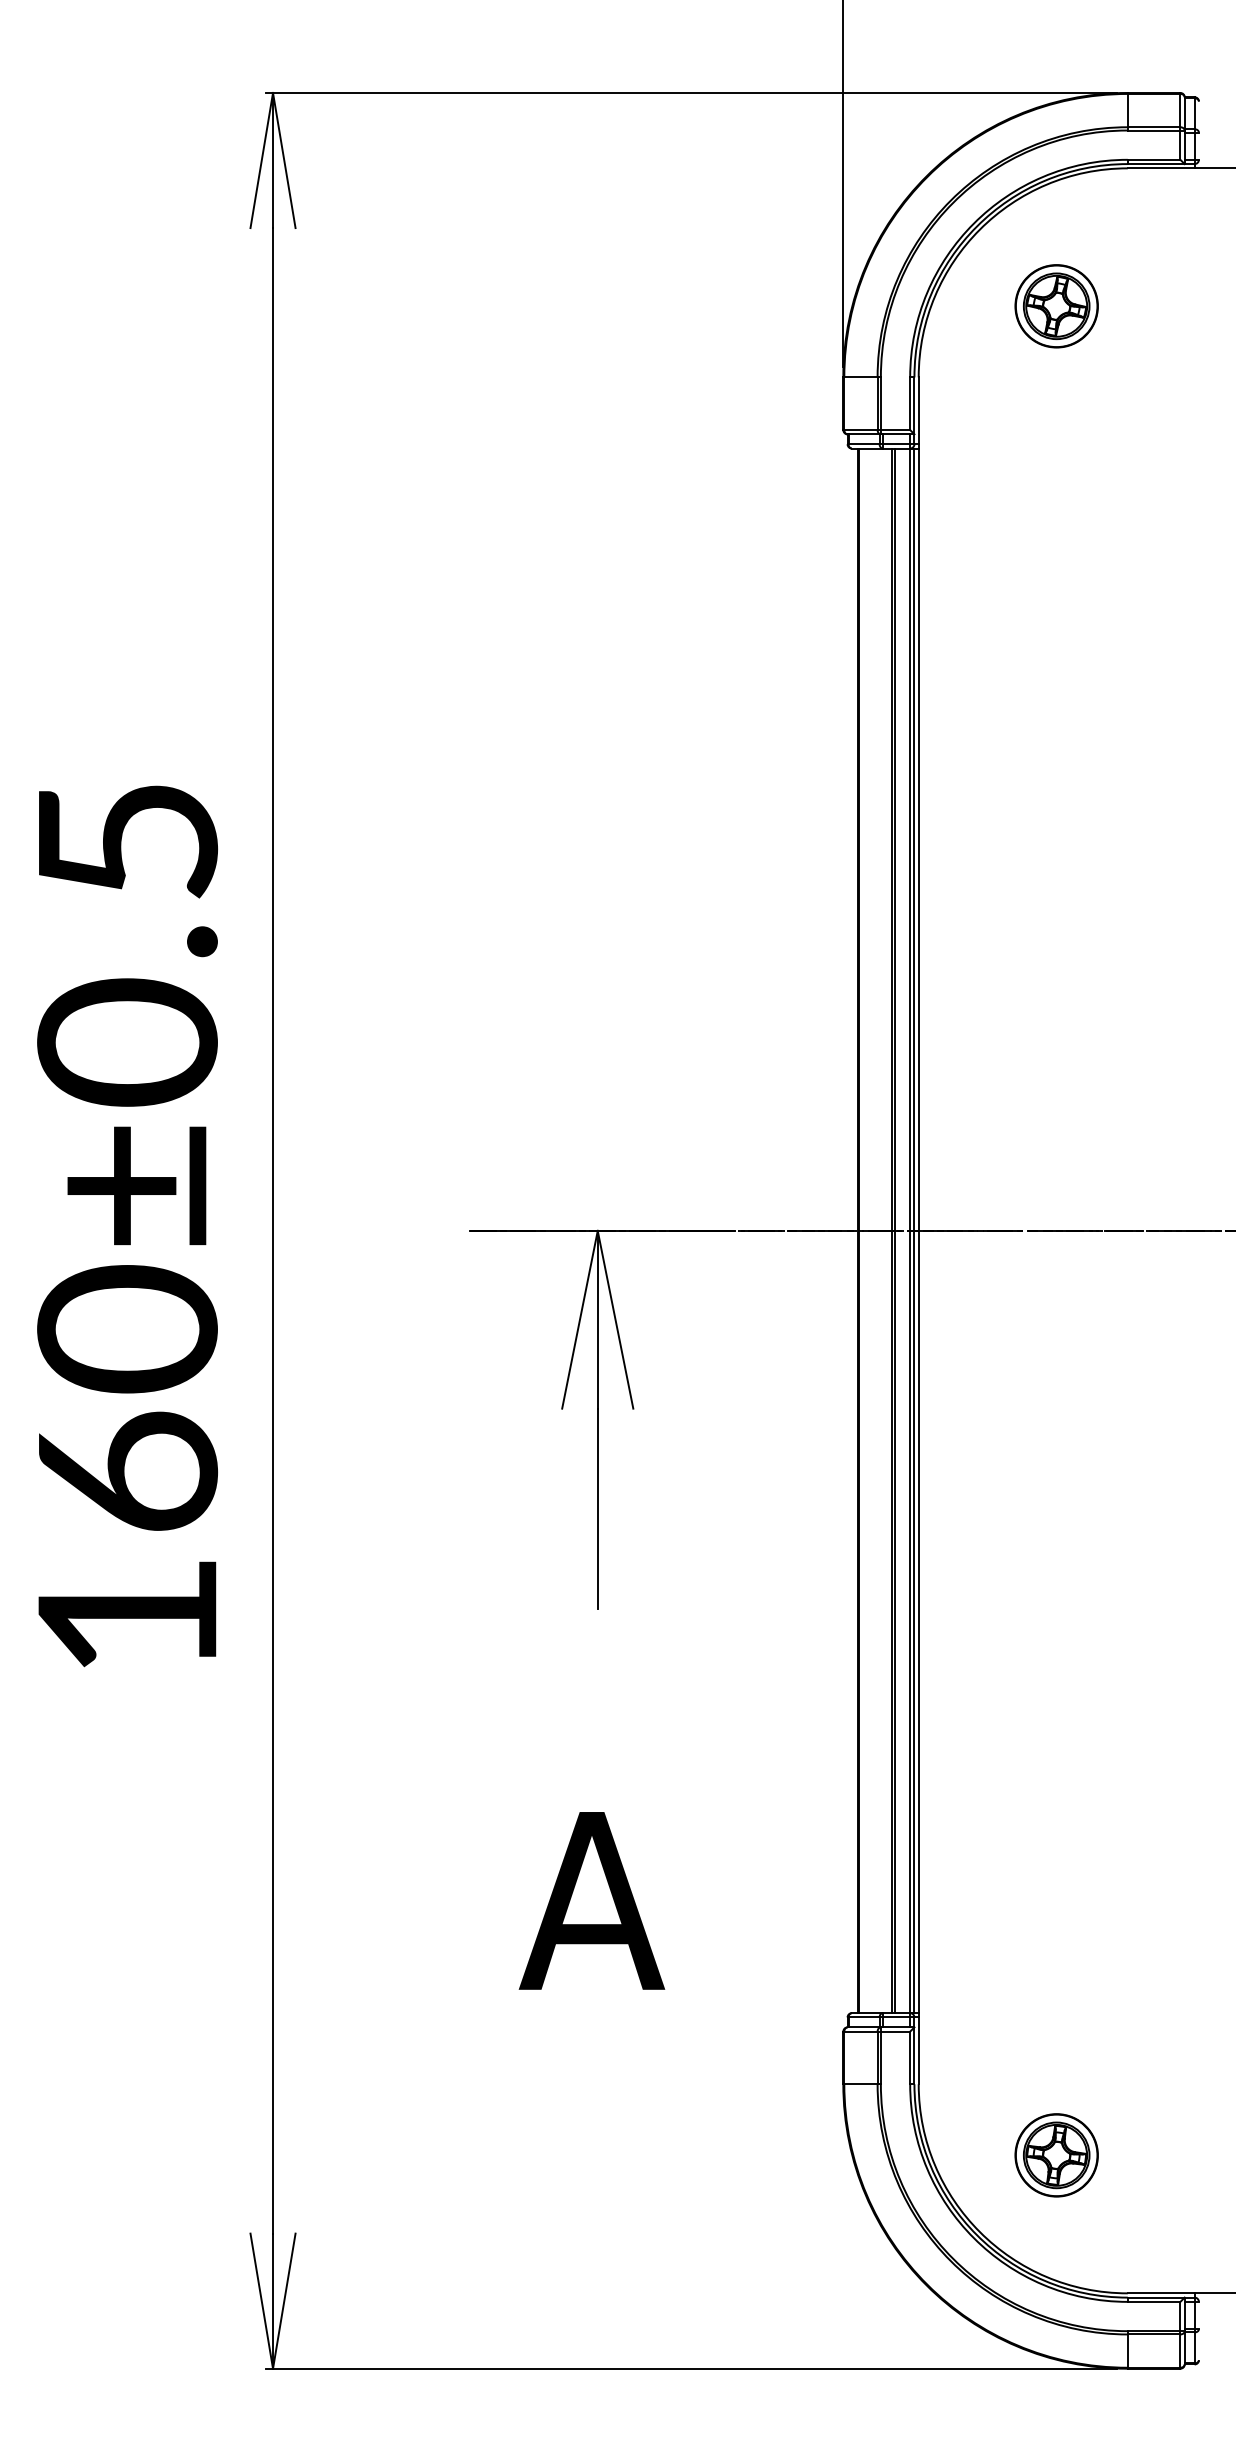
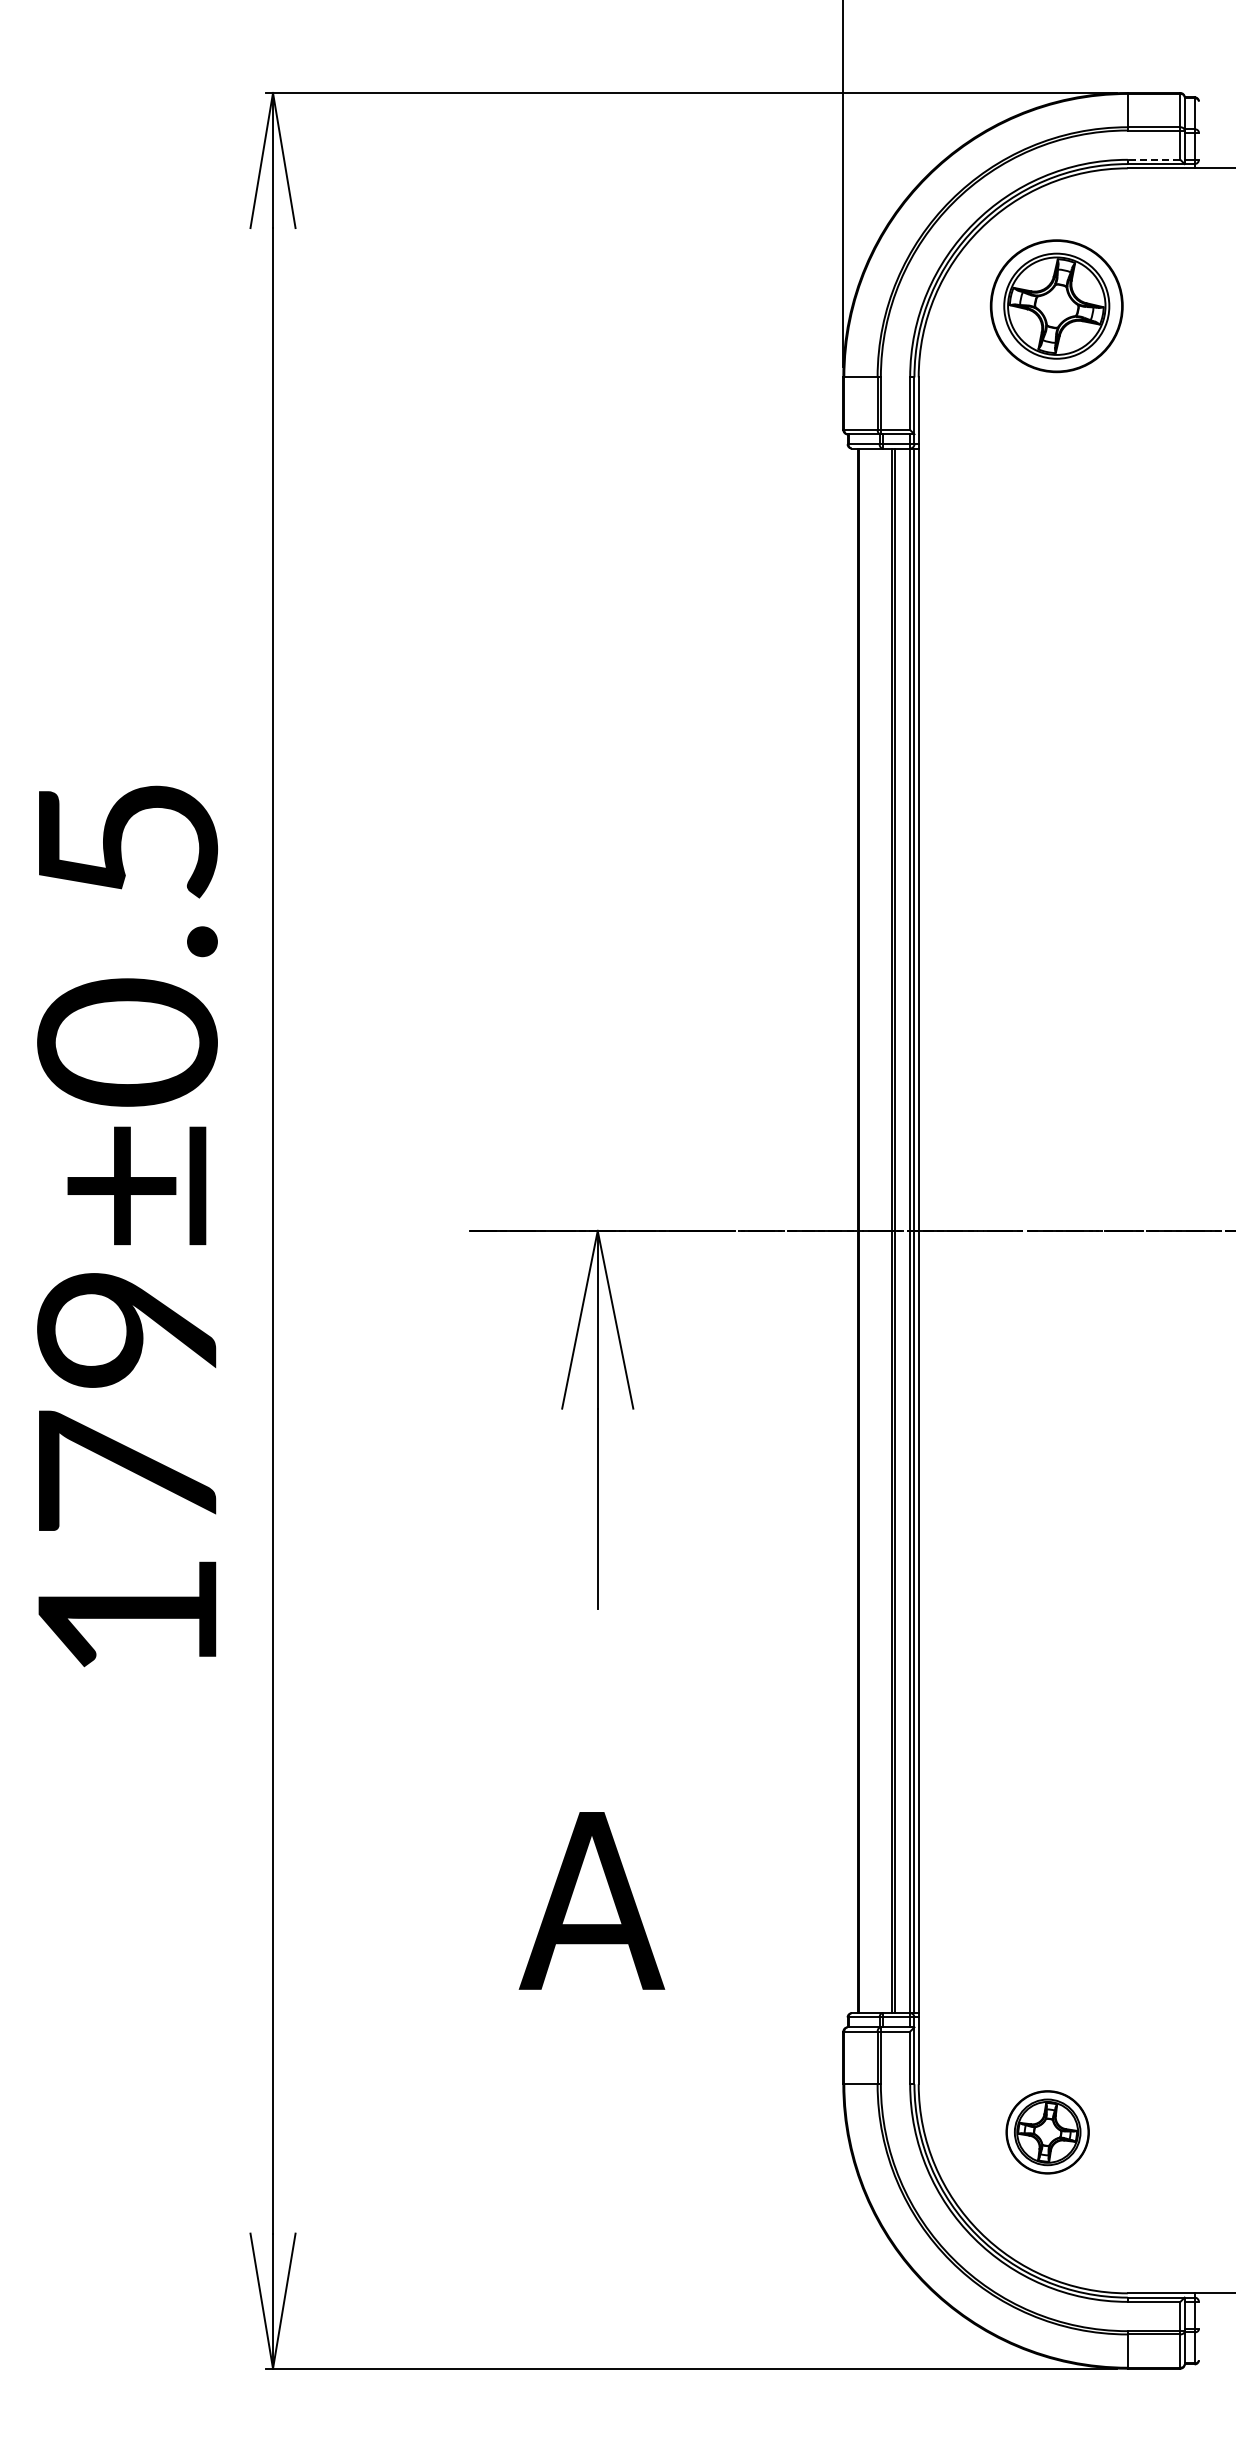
line at (1153, 159): solid -> dashed
part at (1056, 306) size: 85x85 px -> 135x135 px
text at (127, 1397): 160±0.5 -> 179±0.5
part at (1056, 2155) position: (1056, 2155) -> (1047, 2132)
